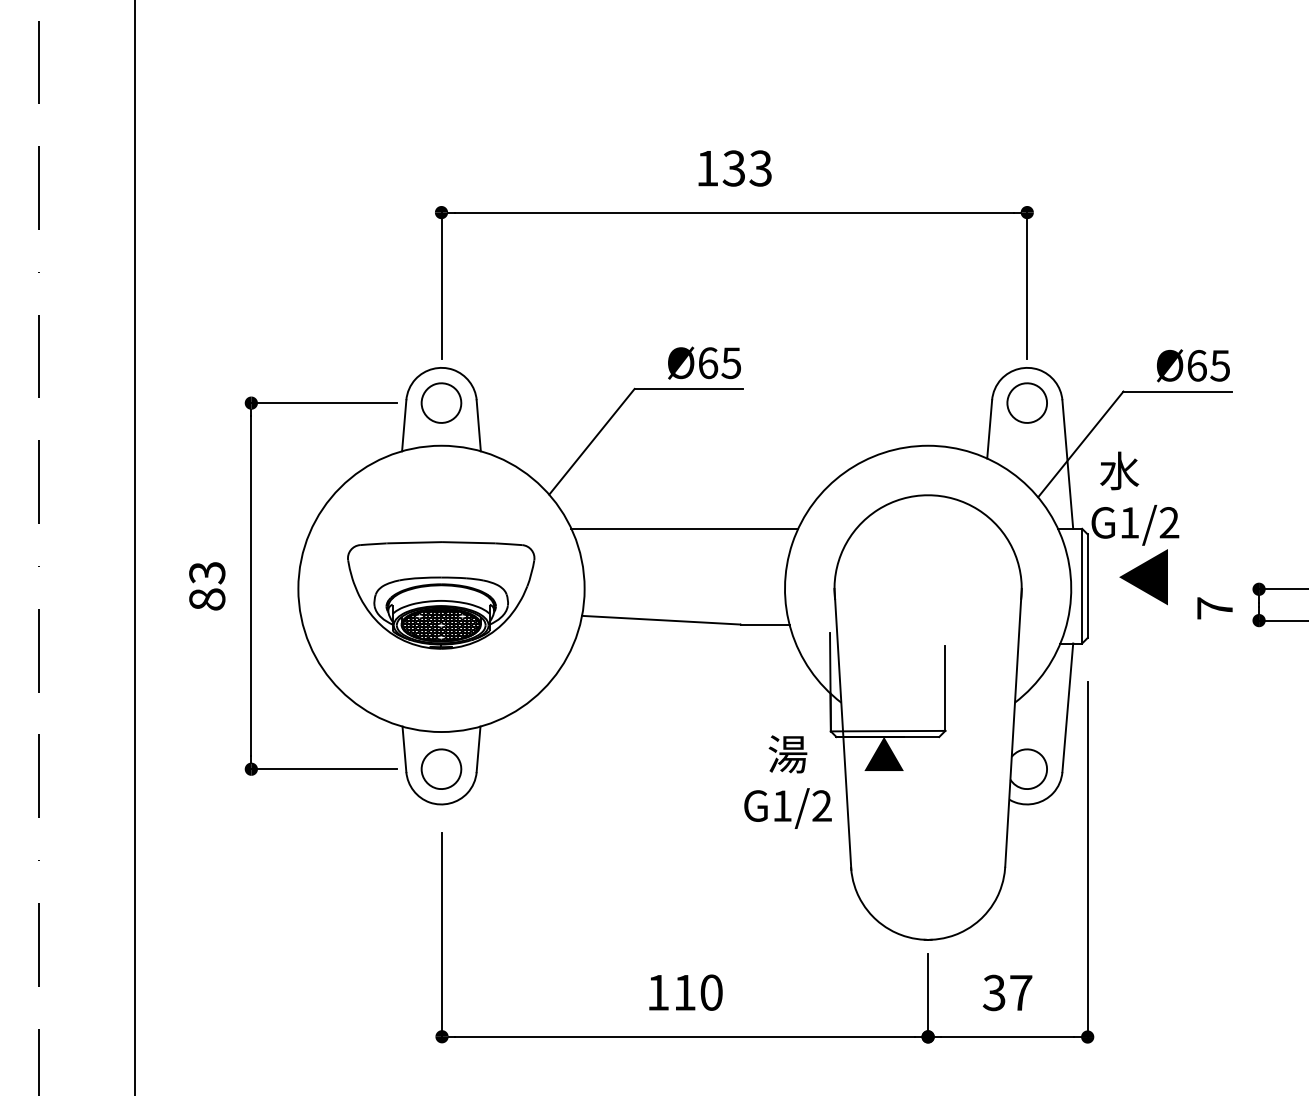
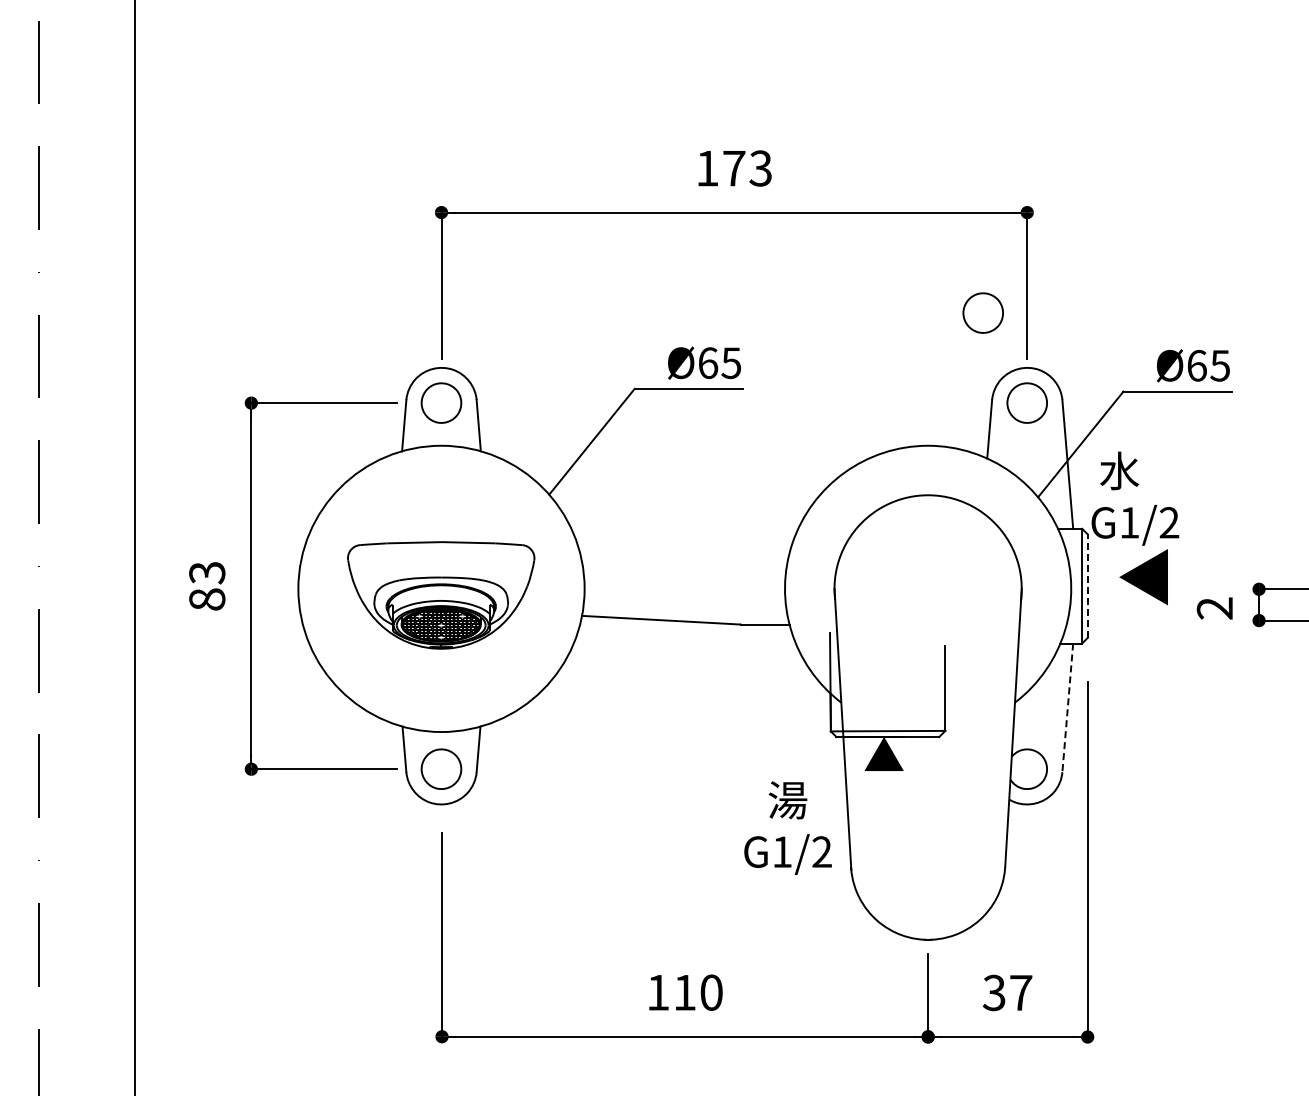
text at (733, 168): 133 -> 173
part at (982, 312): none -> present
line at (684, 528): present -> none
line at (1087, 586): solid -> dashed
text at (1214, 608): 7 -> 2
line at (1067, 707): solid -> dashed
text at (787, 781) position: (787, 781) -> (787, 827)
